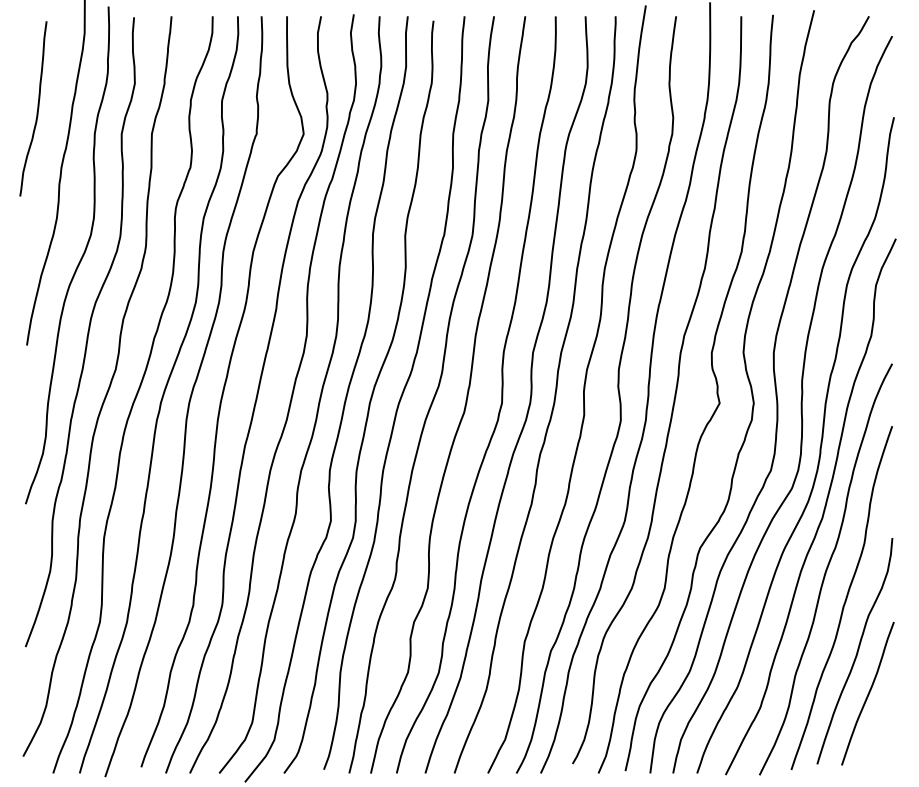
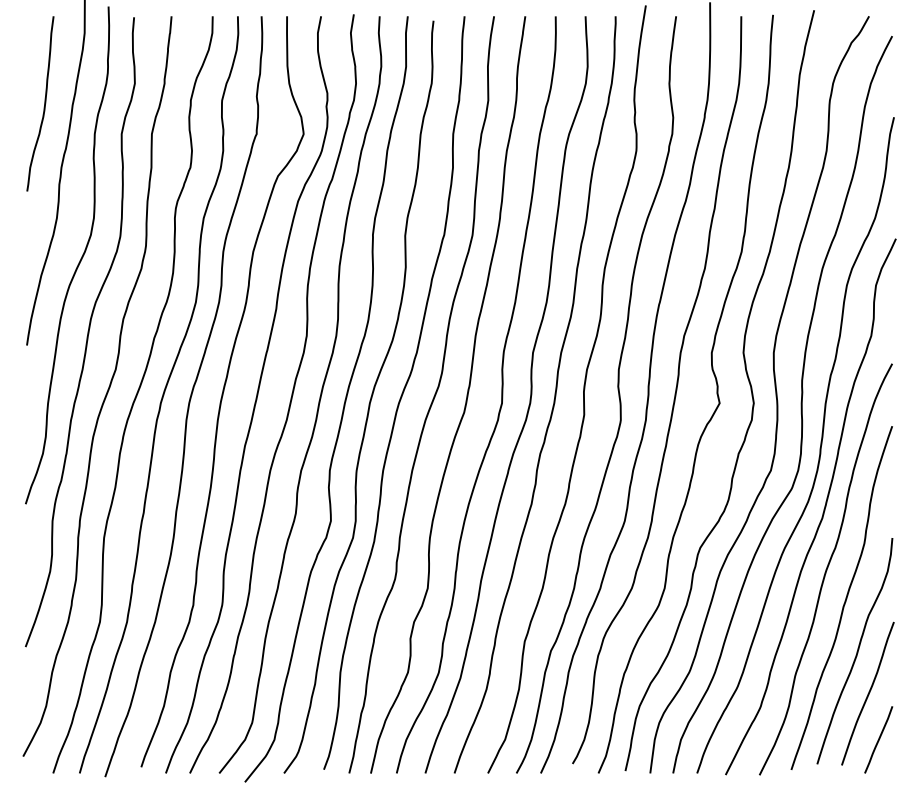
curve at (37, 108) position: (37, 108) -> (44, 103)
line at (878, 739): none -> present
